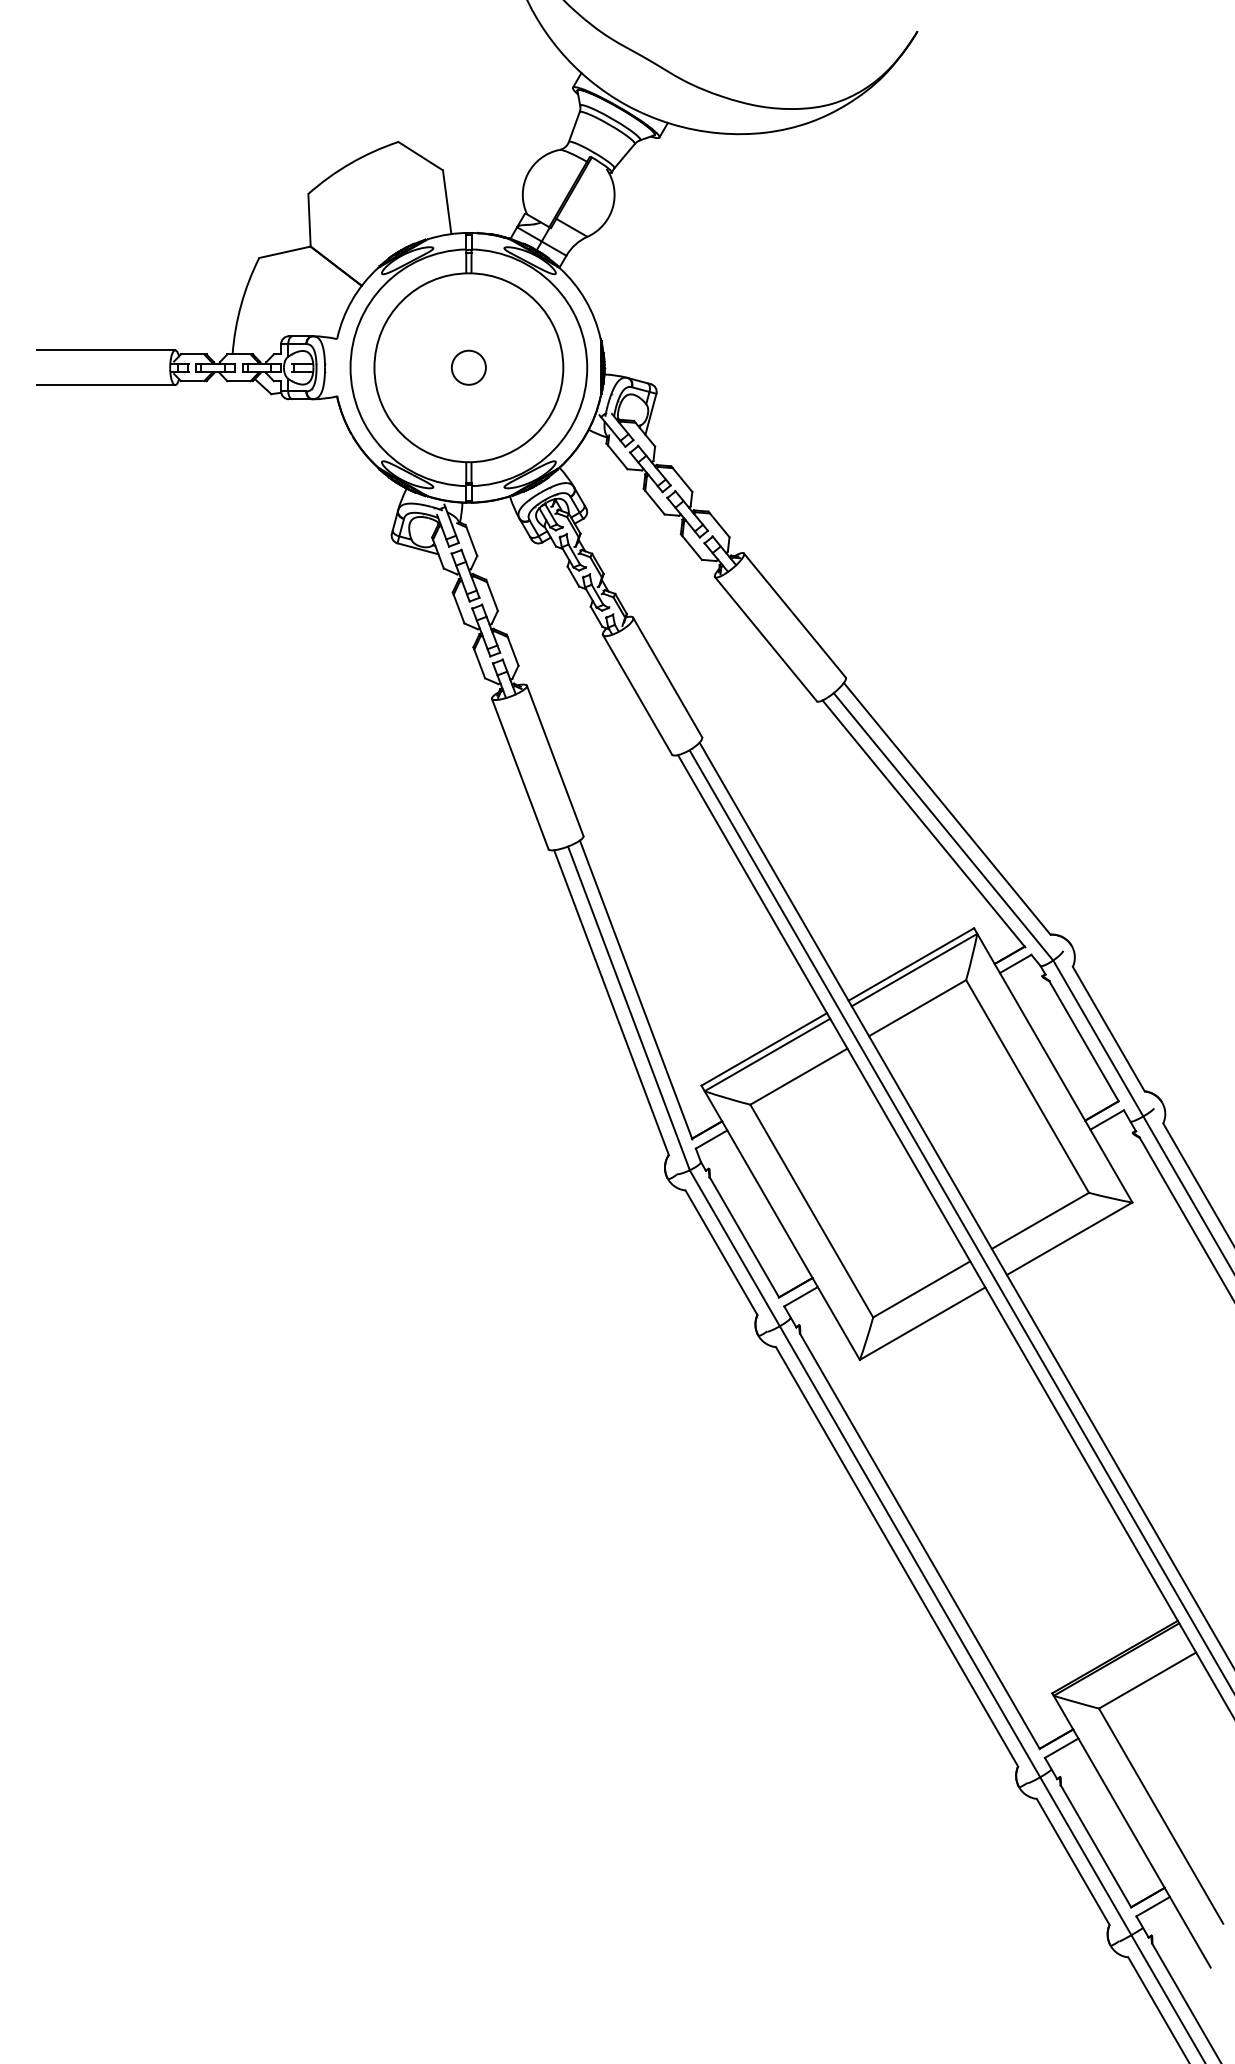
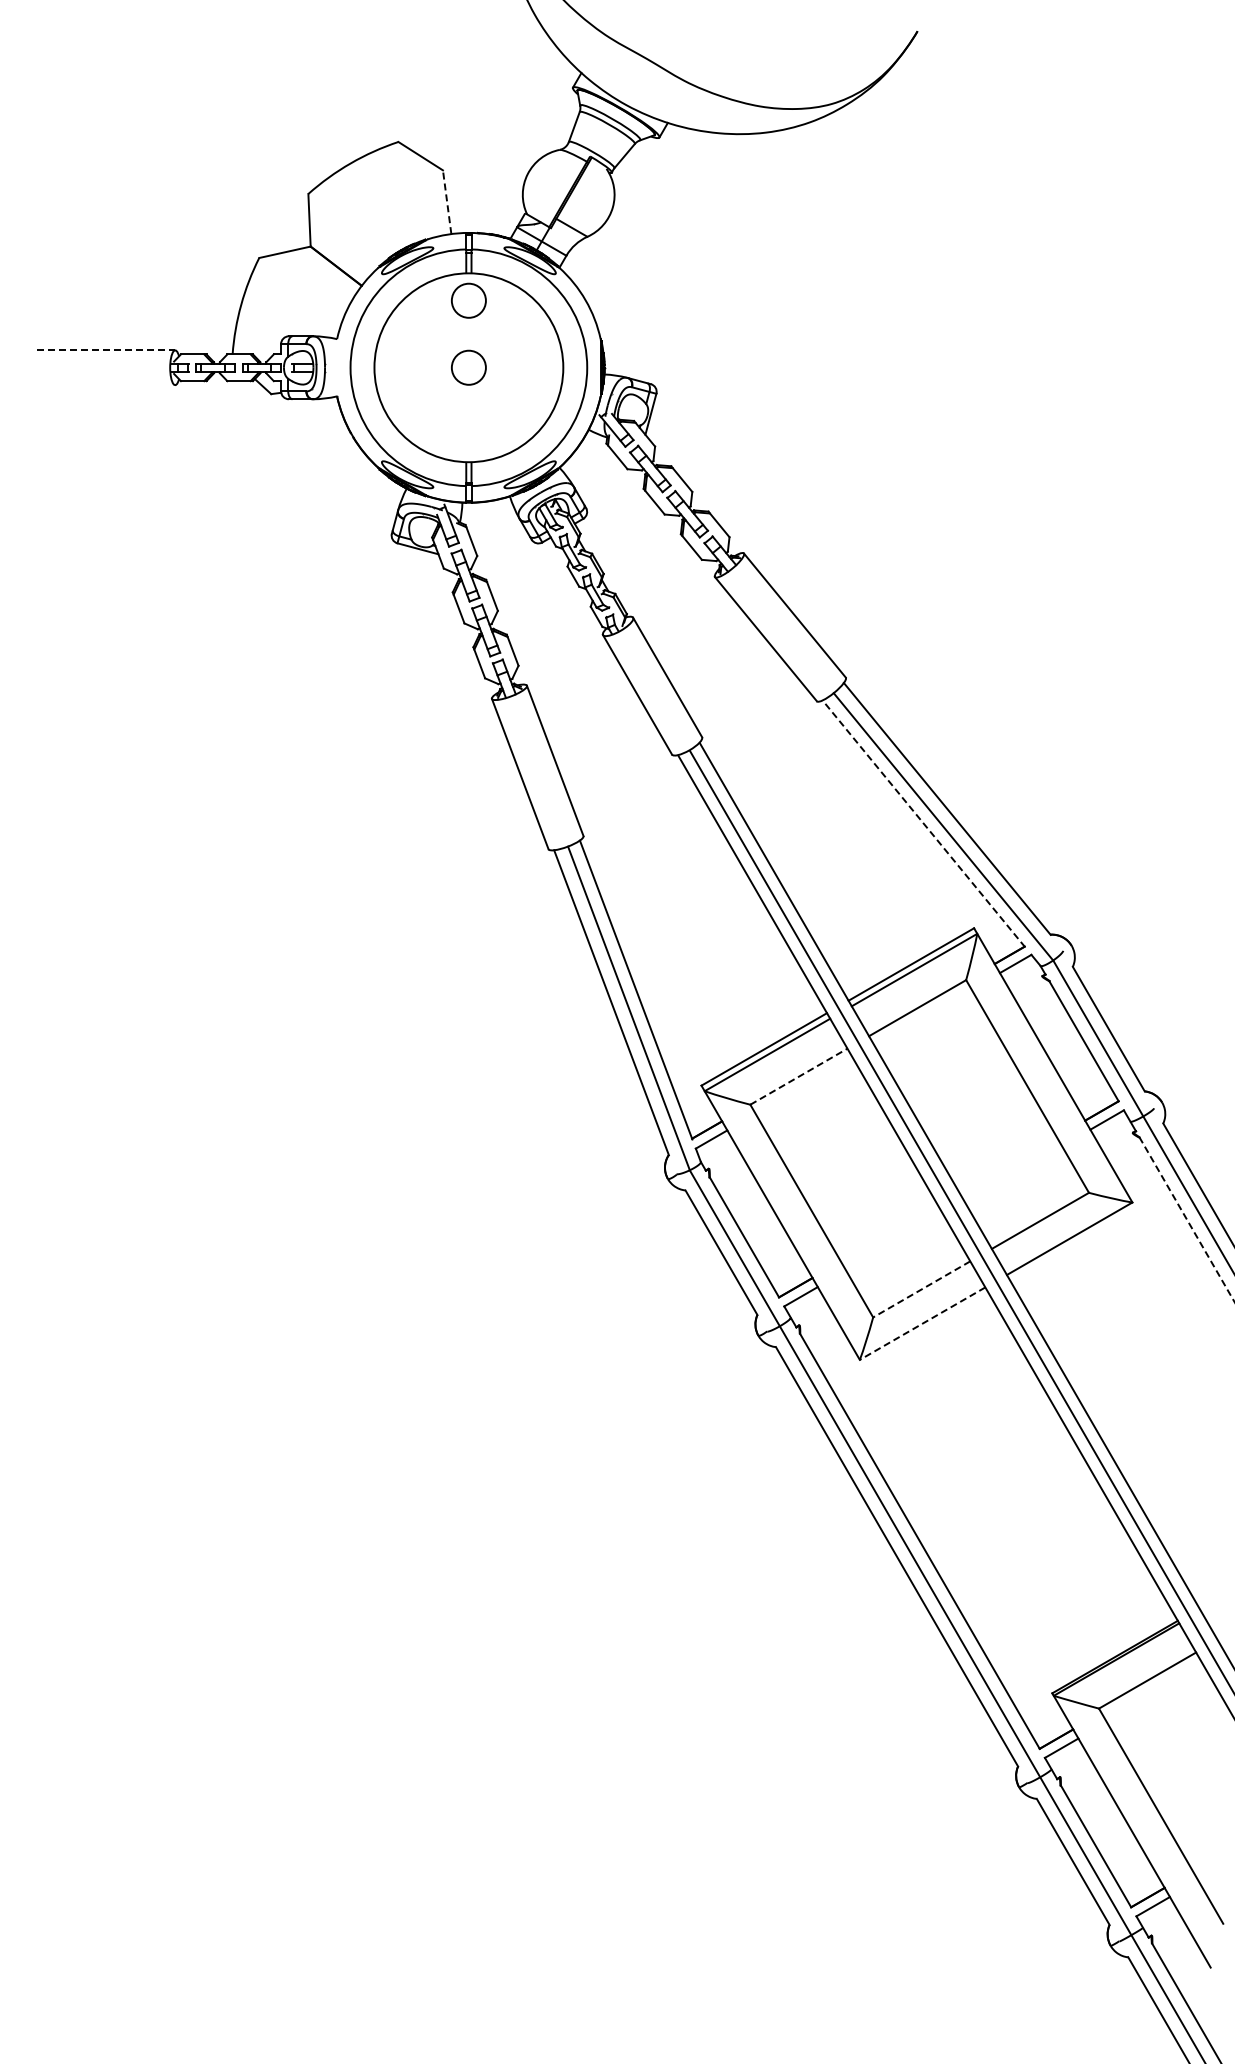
line at (447, 201): solid -> dashed
circle at (468, 300): none -> present
line at (106, 350): solid -> dashed
line at (106, 385): present -> none
line at (923, 823): solid -> dashed
line at (799, 1076): solid -> dashed
line at (1187, 1220): solid -> dashed
line at (921, 1289): solid -> dashed
line at (922, 1323): solid -> dashed
